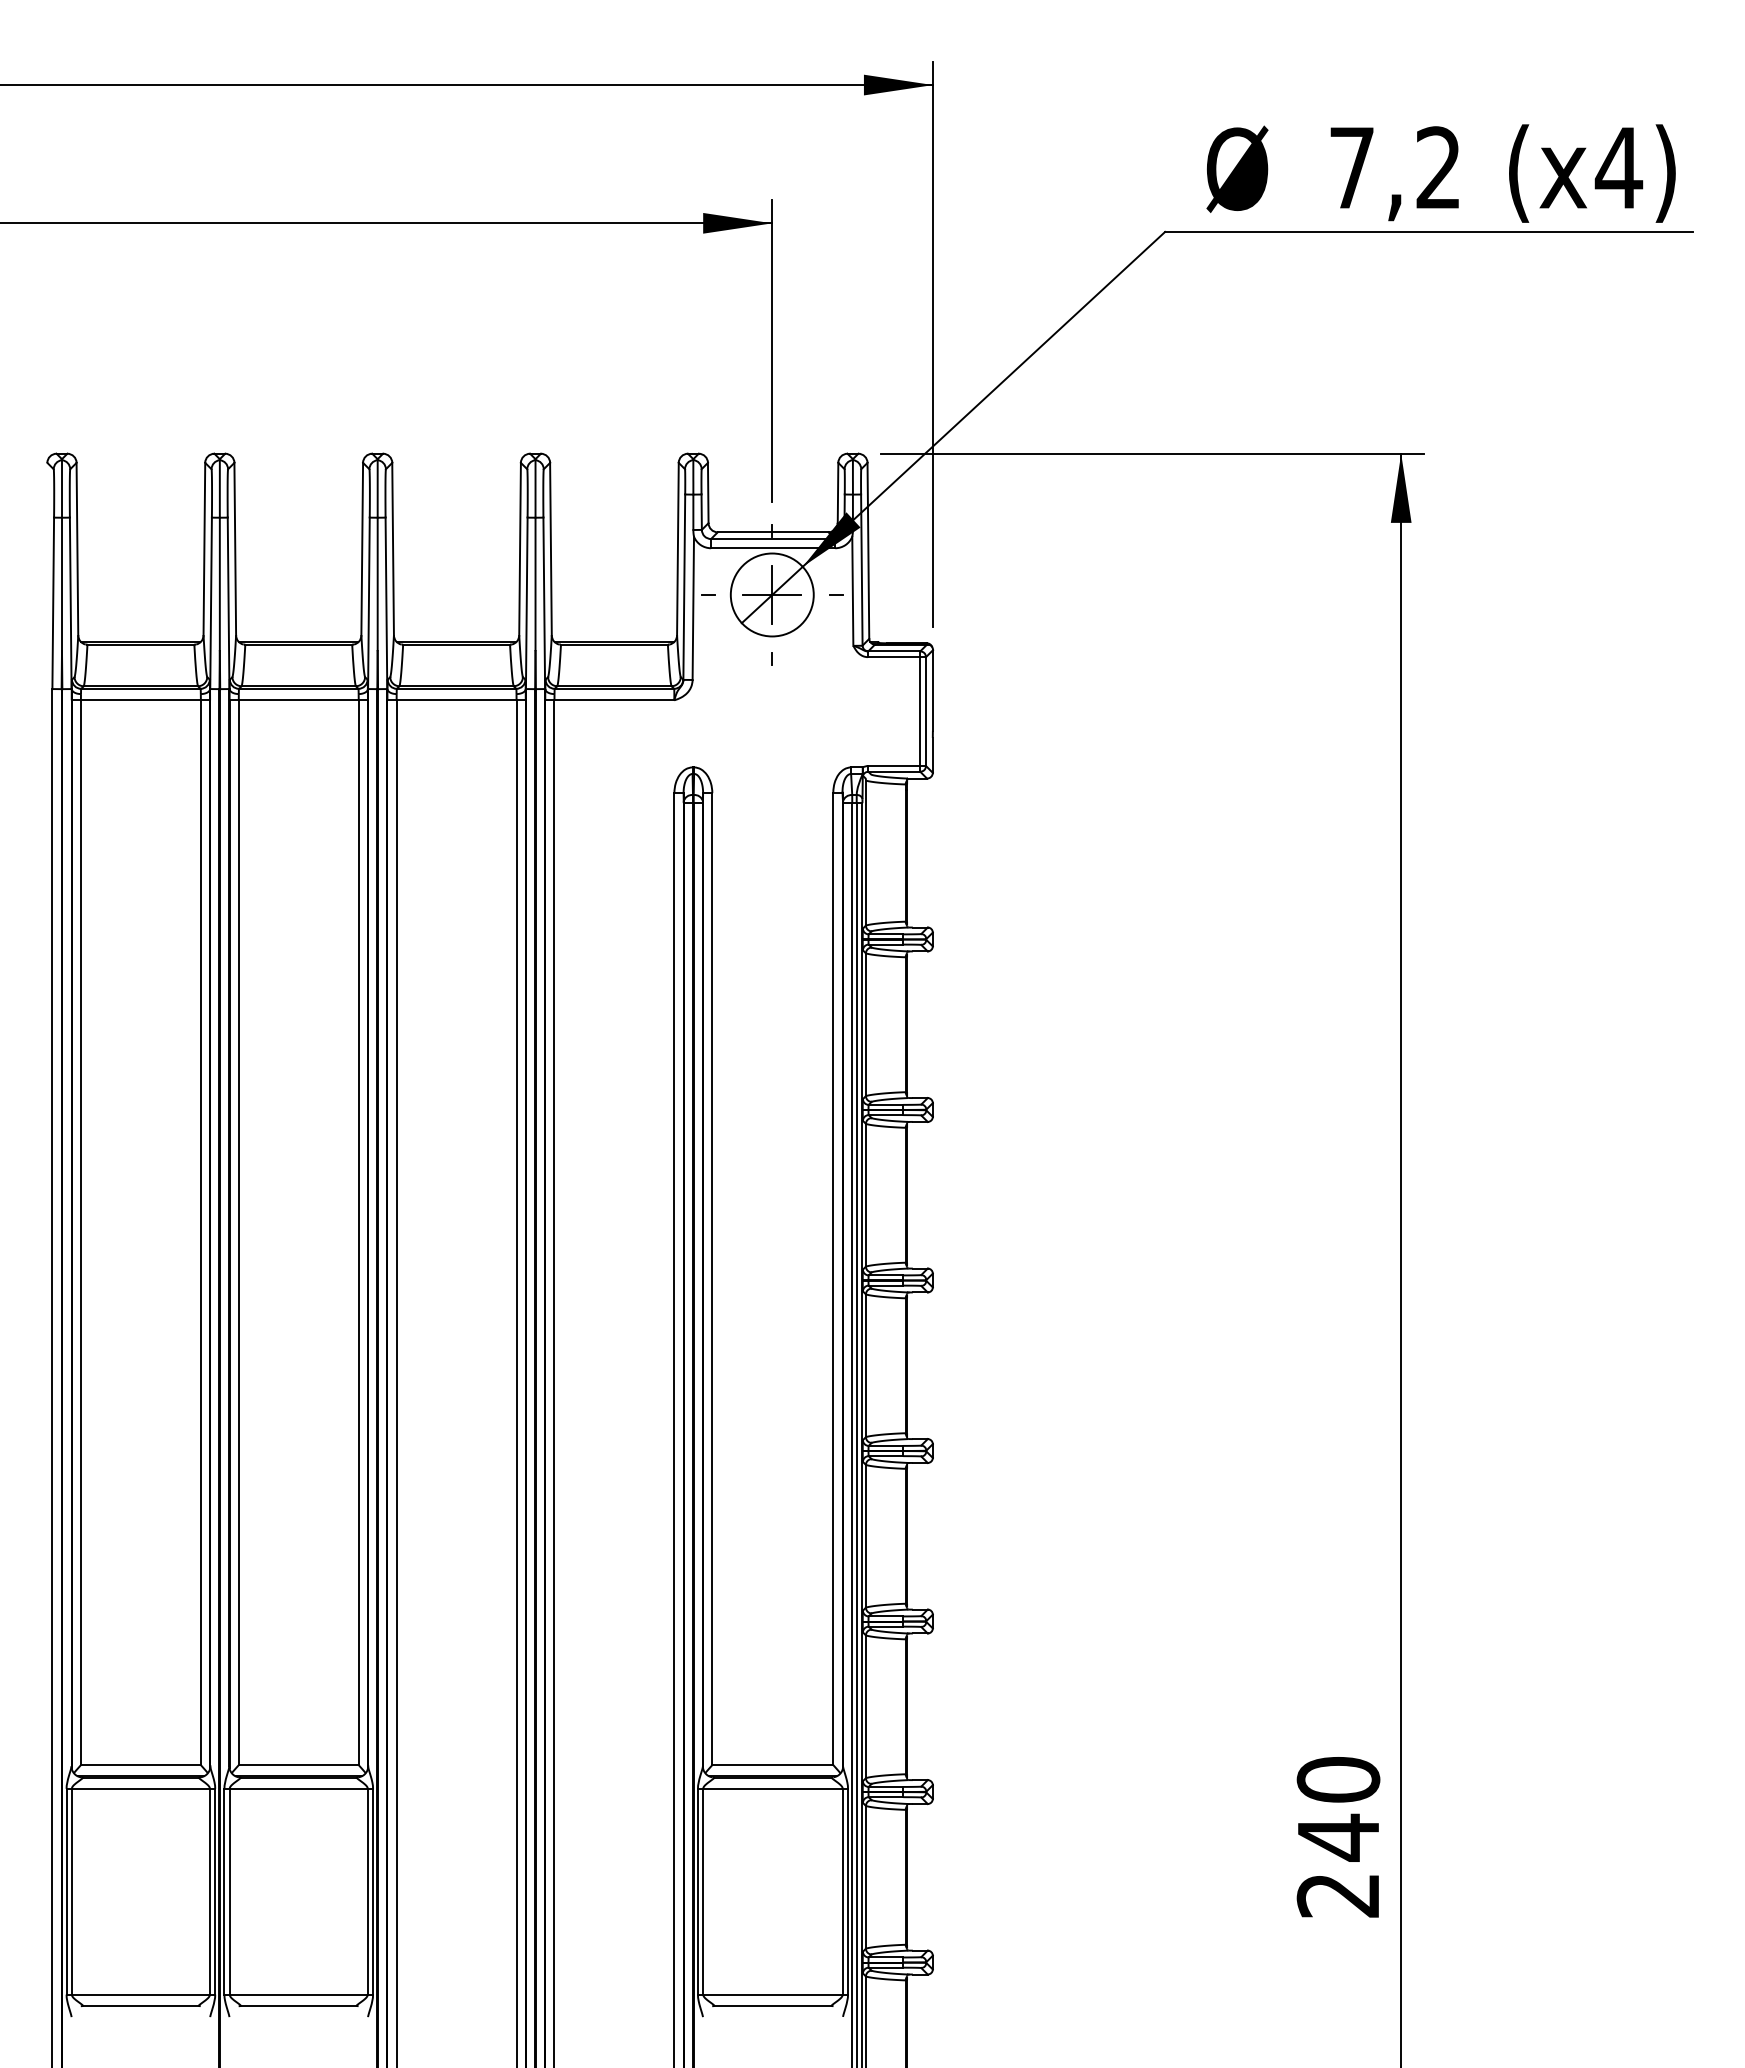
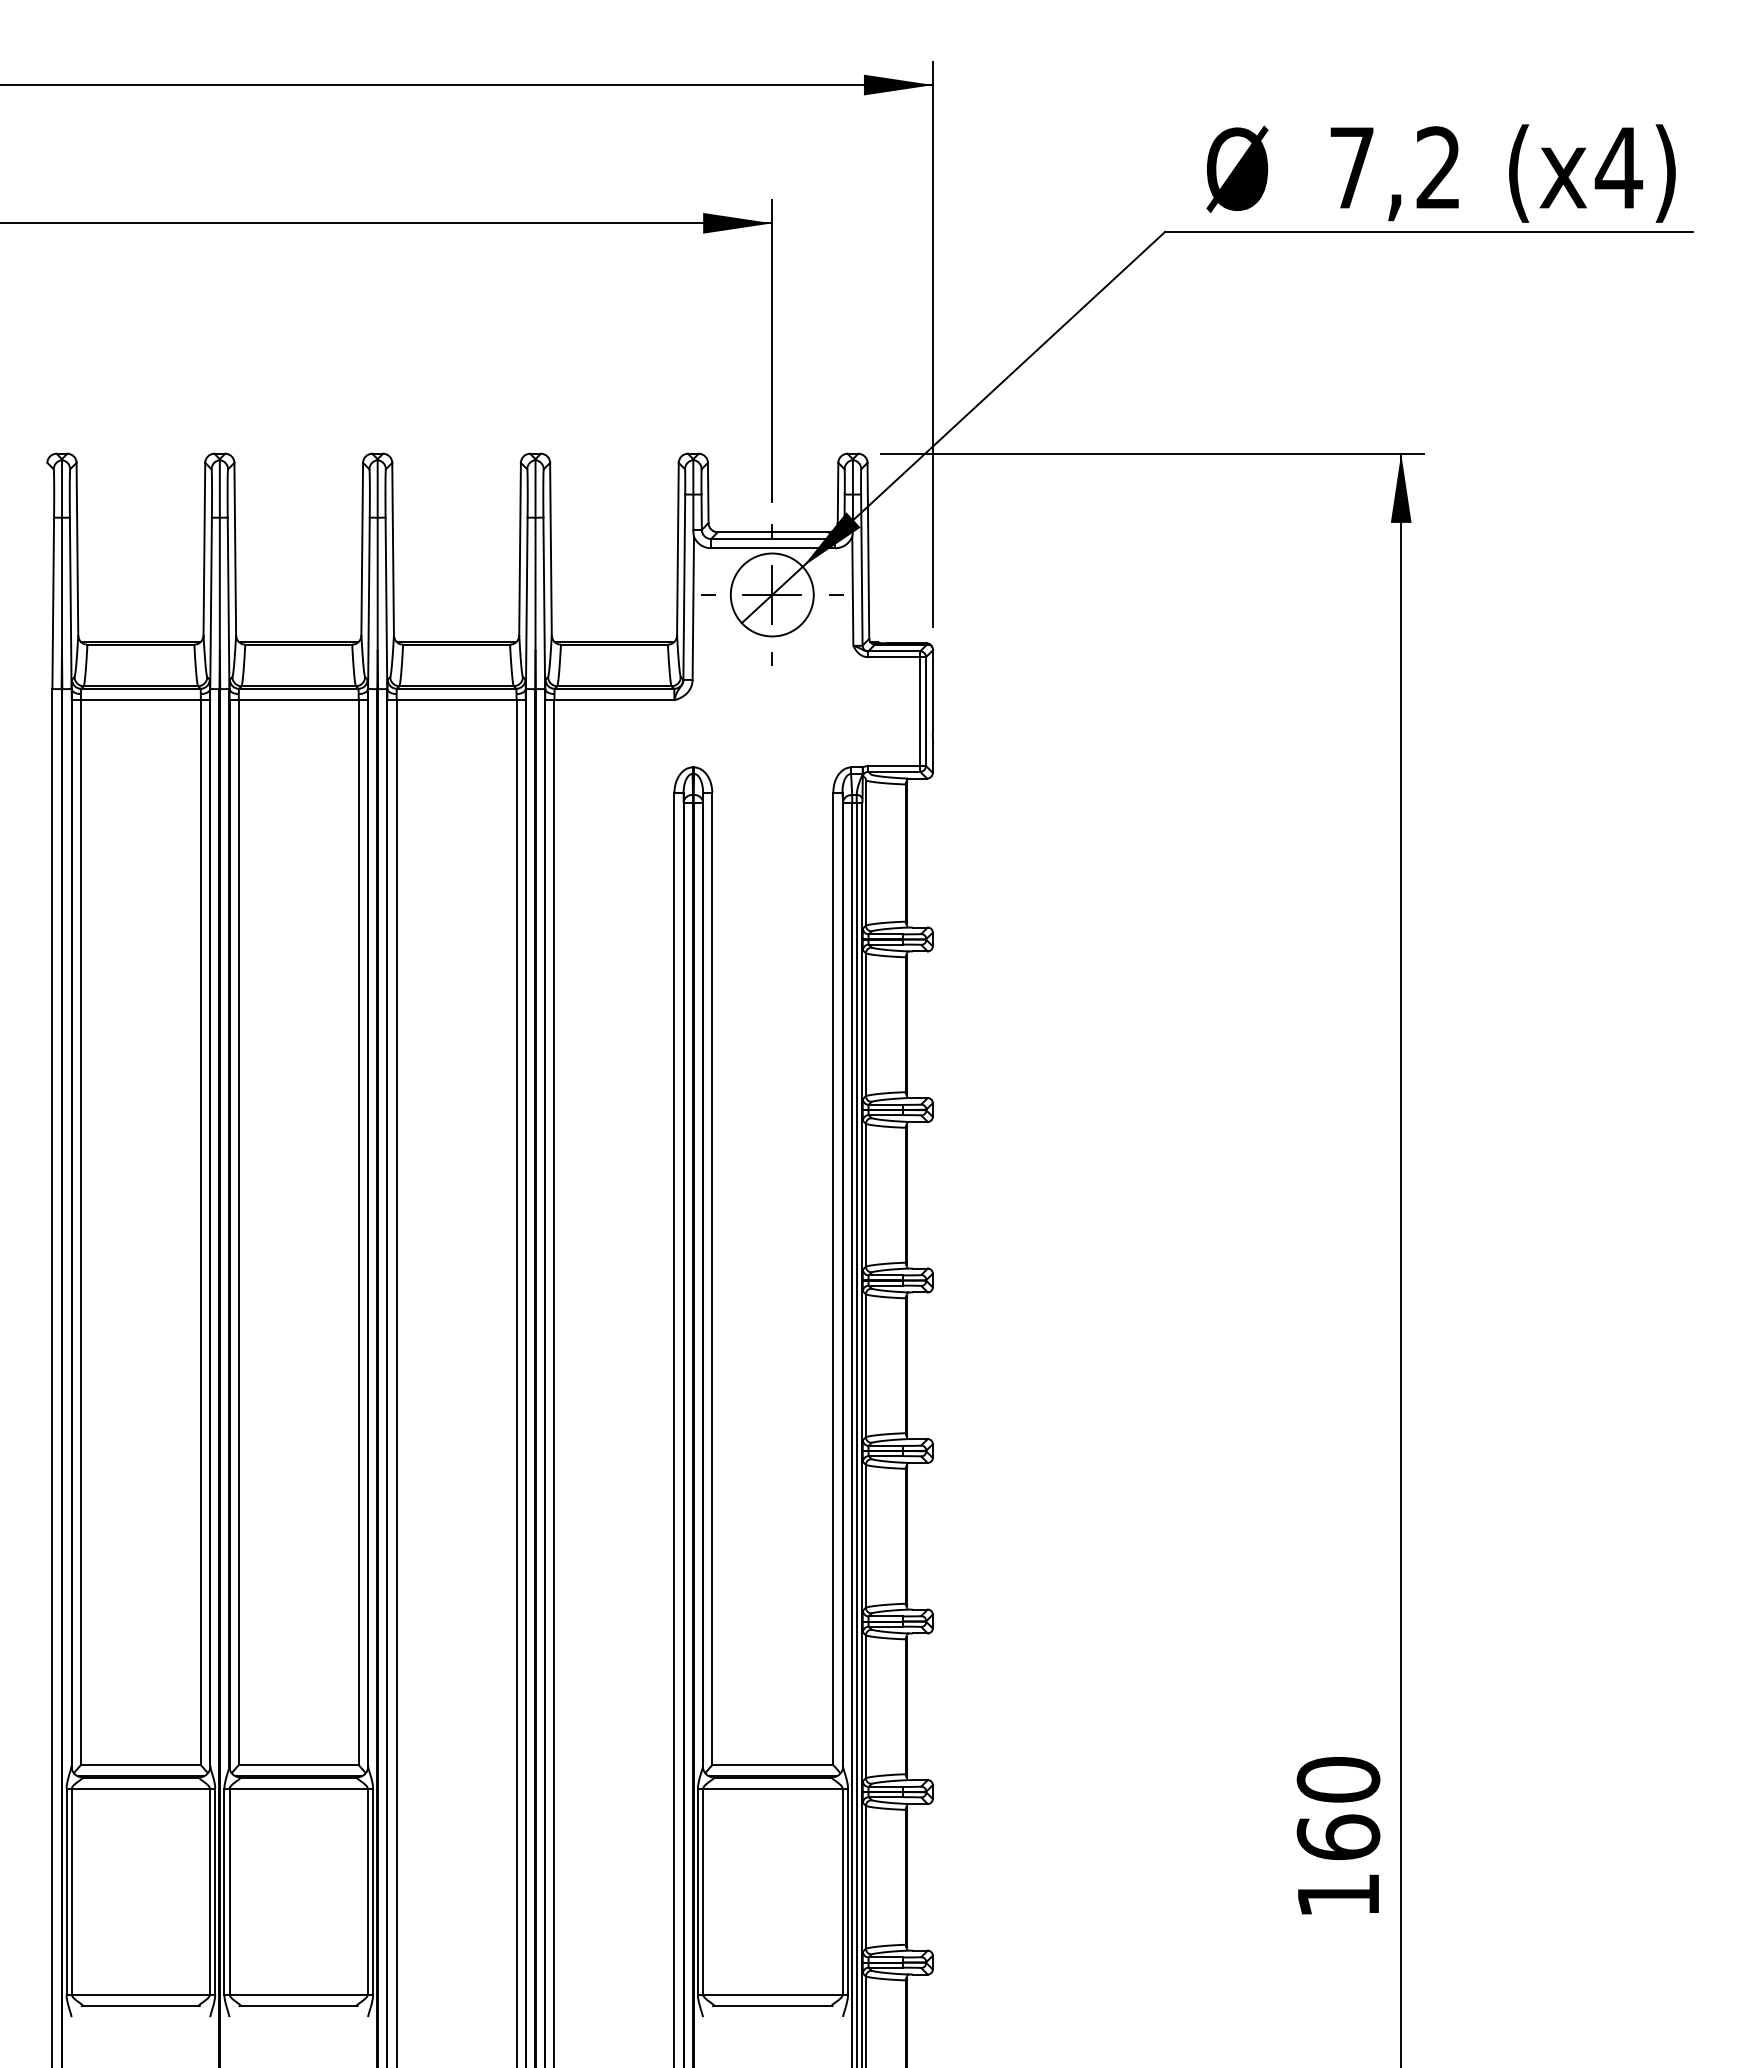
text at (1338, 1865): 240 -> 160
